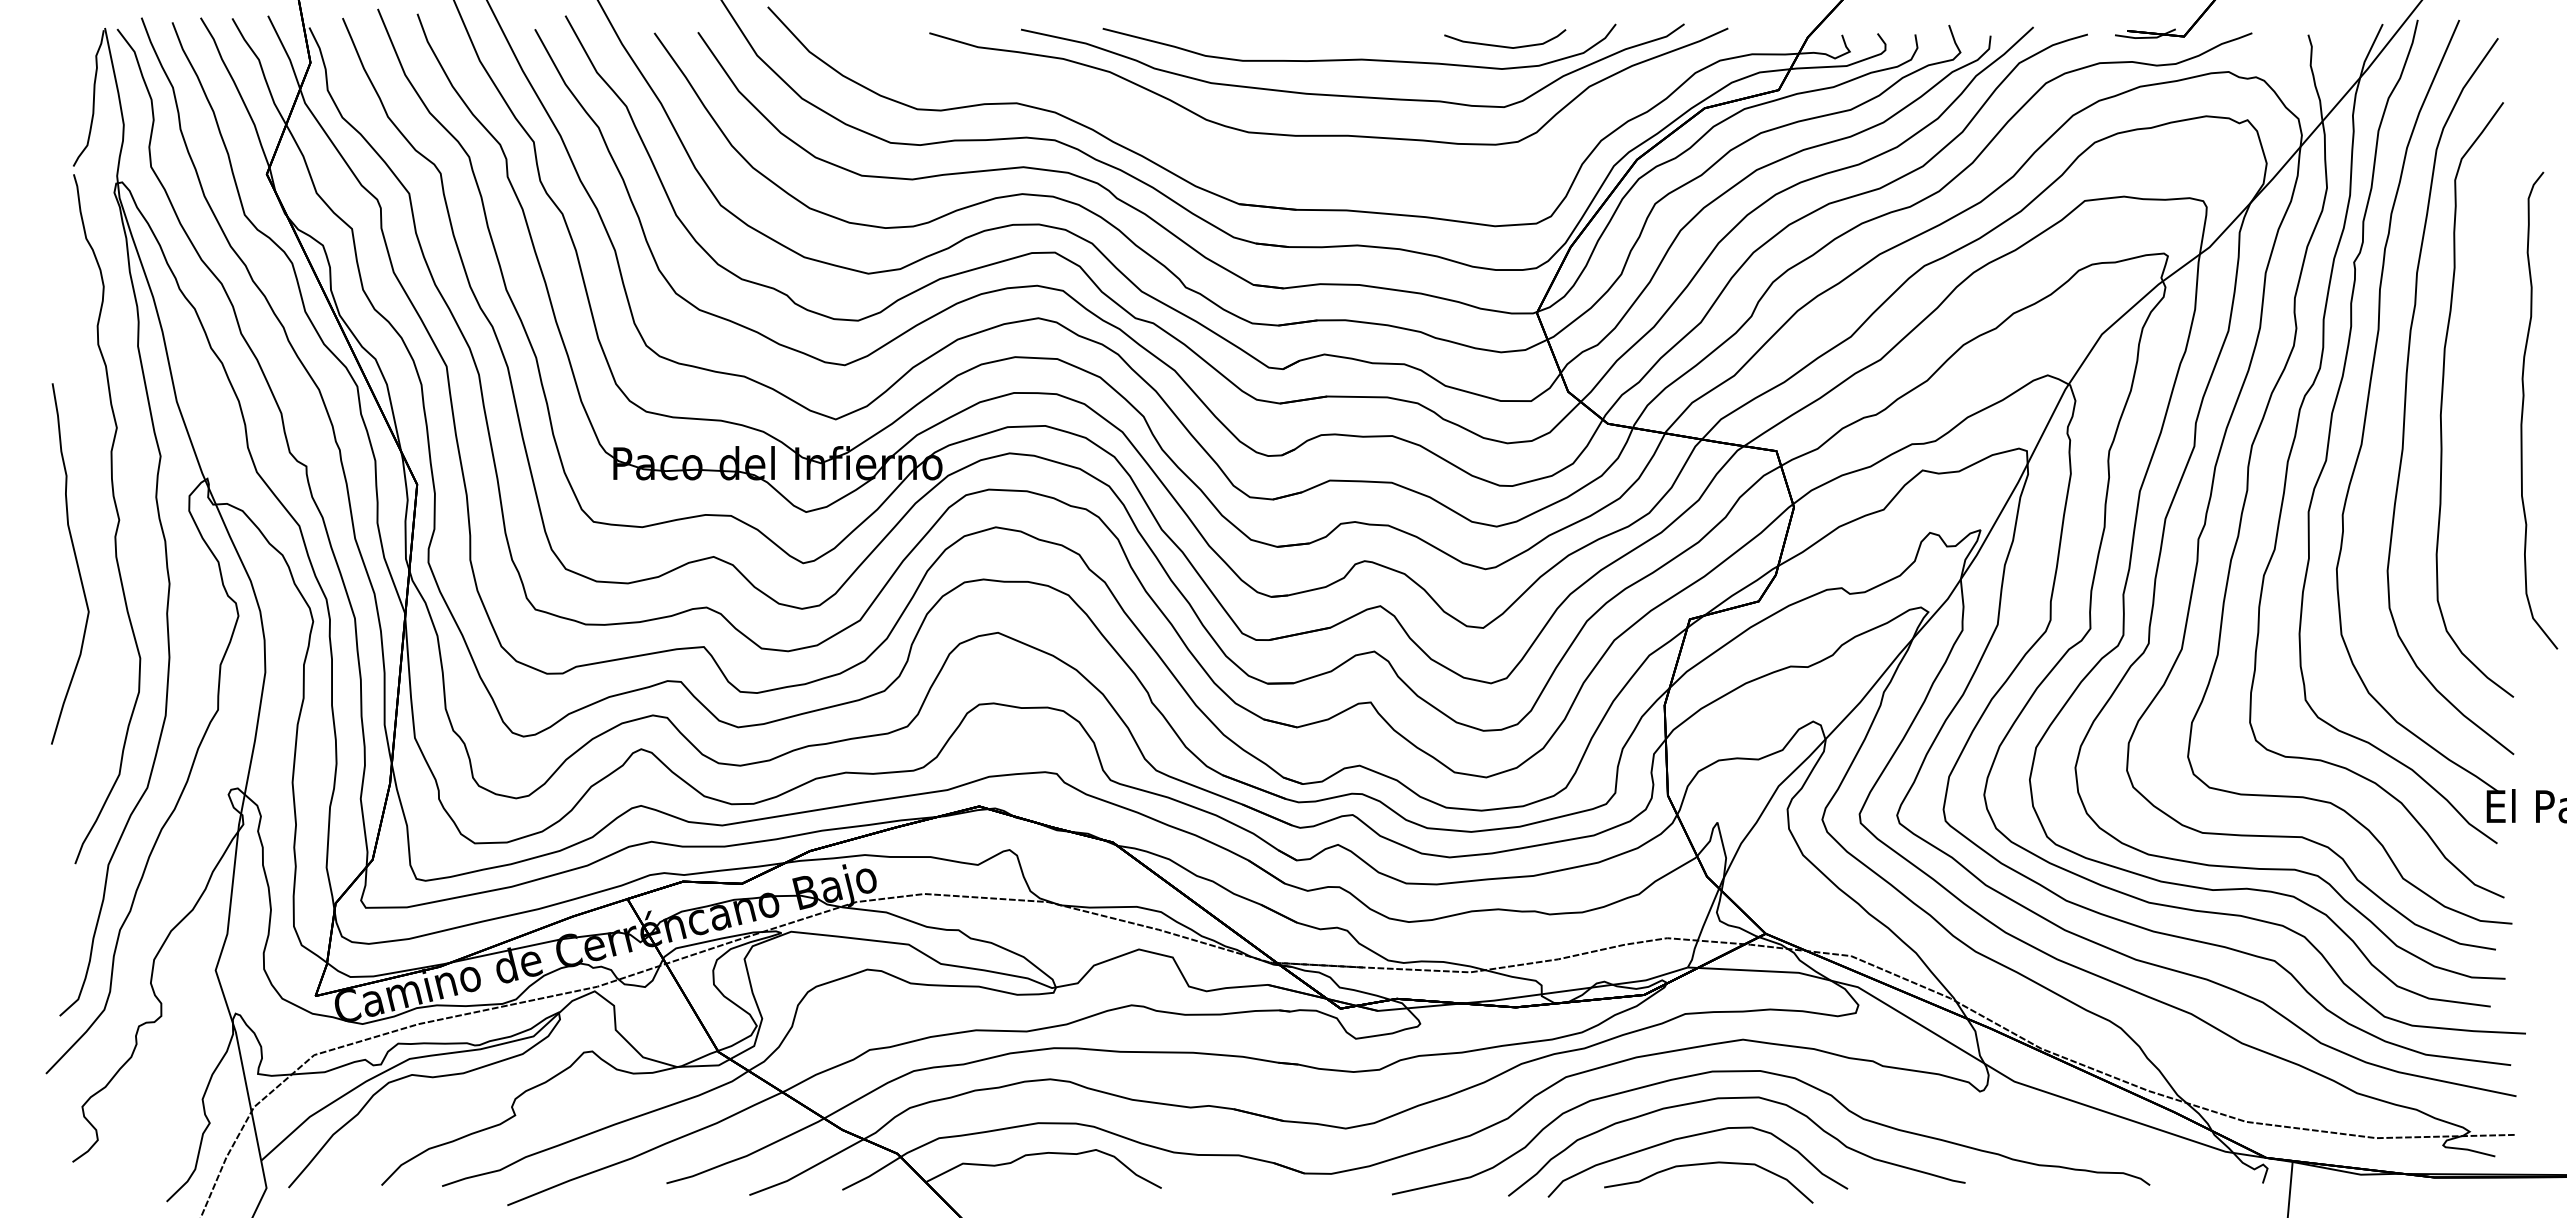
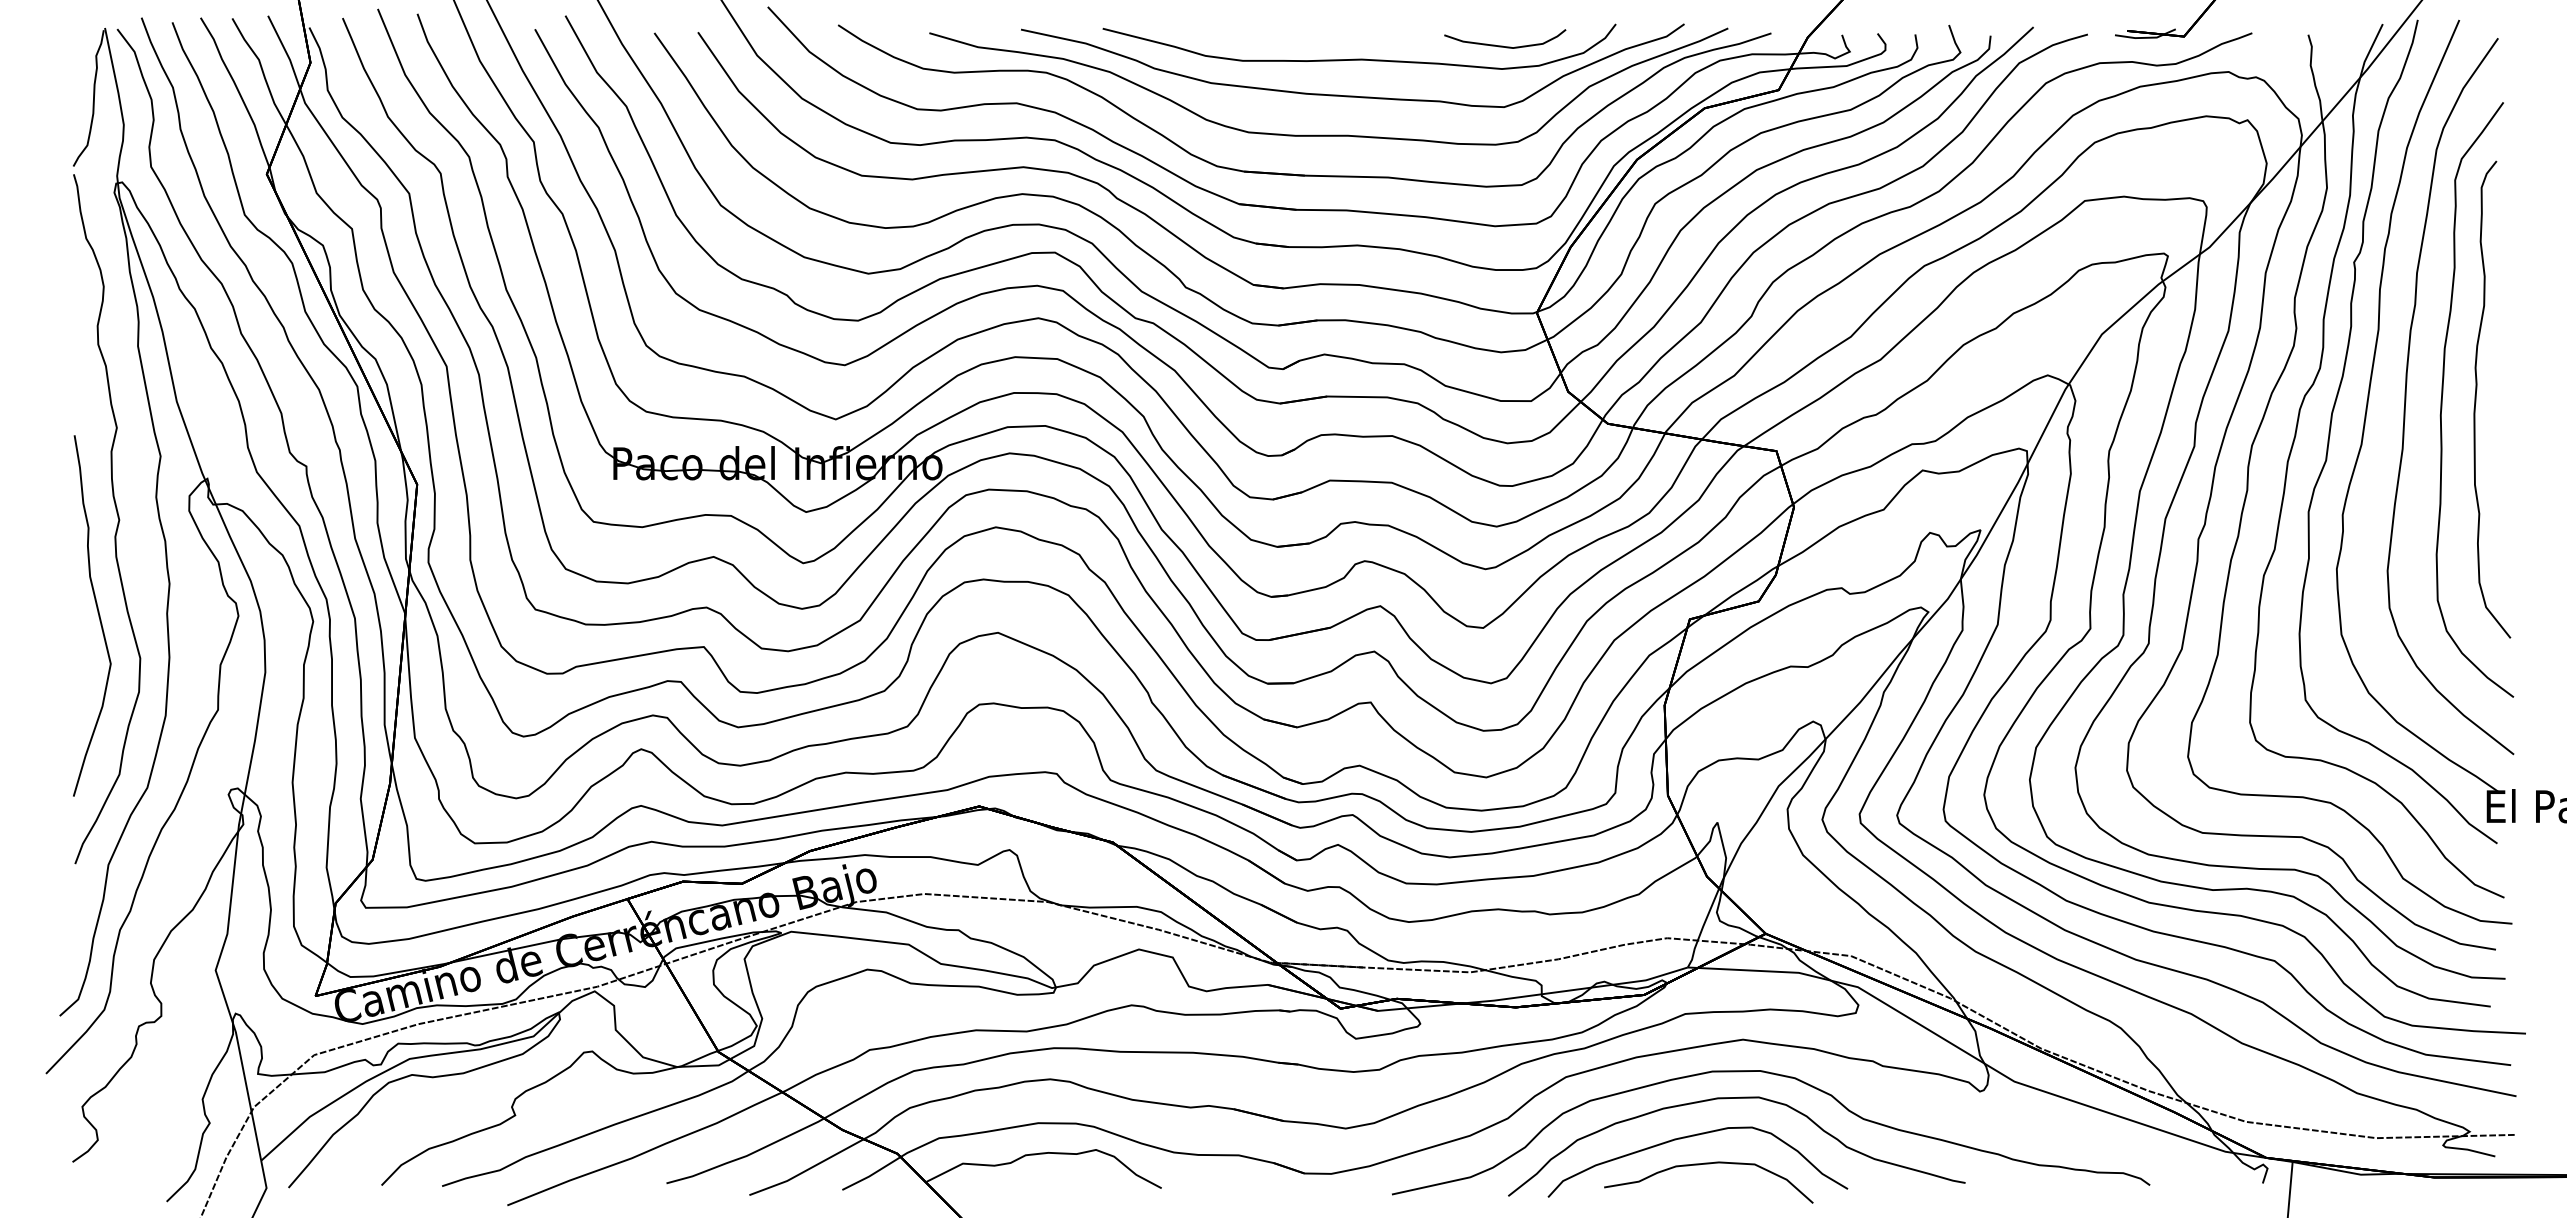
part at (1293, 173): none -> present
curve at (2523, 410) position: (2523, 410) -> (2476, 399)
curve at (75, 561) position: (75, 561) -> (97, 613)
